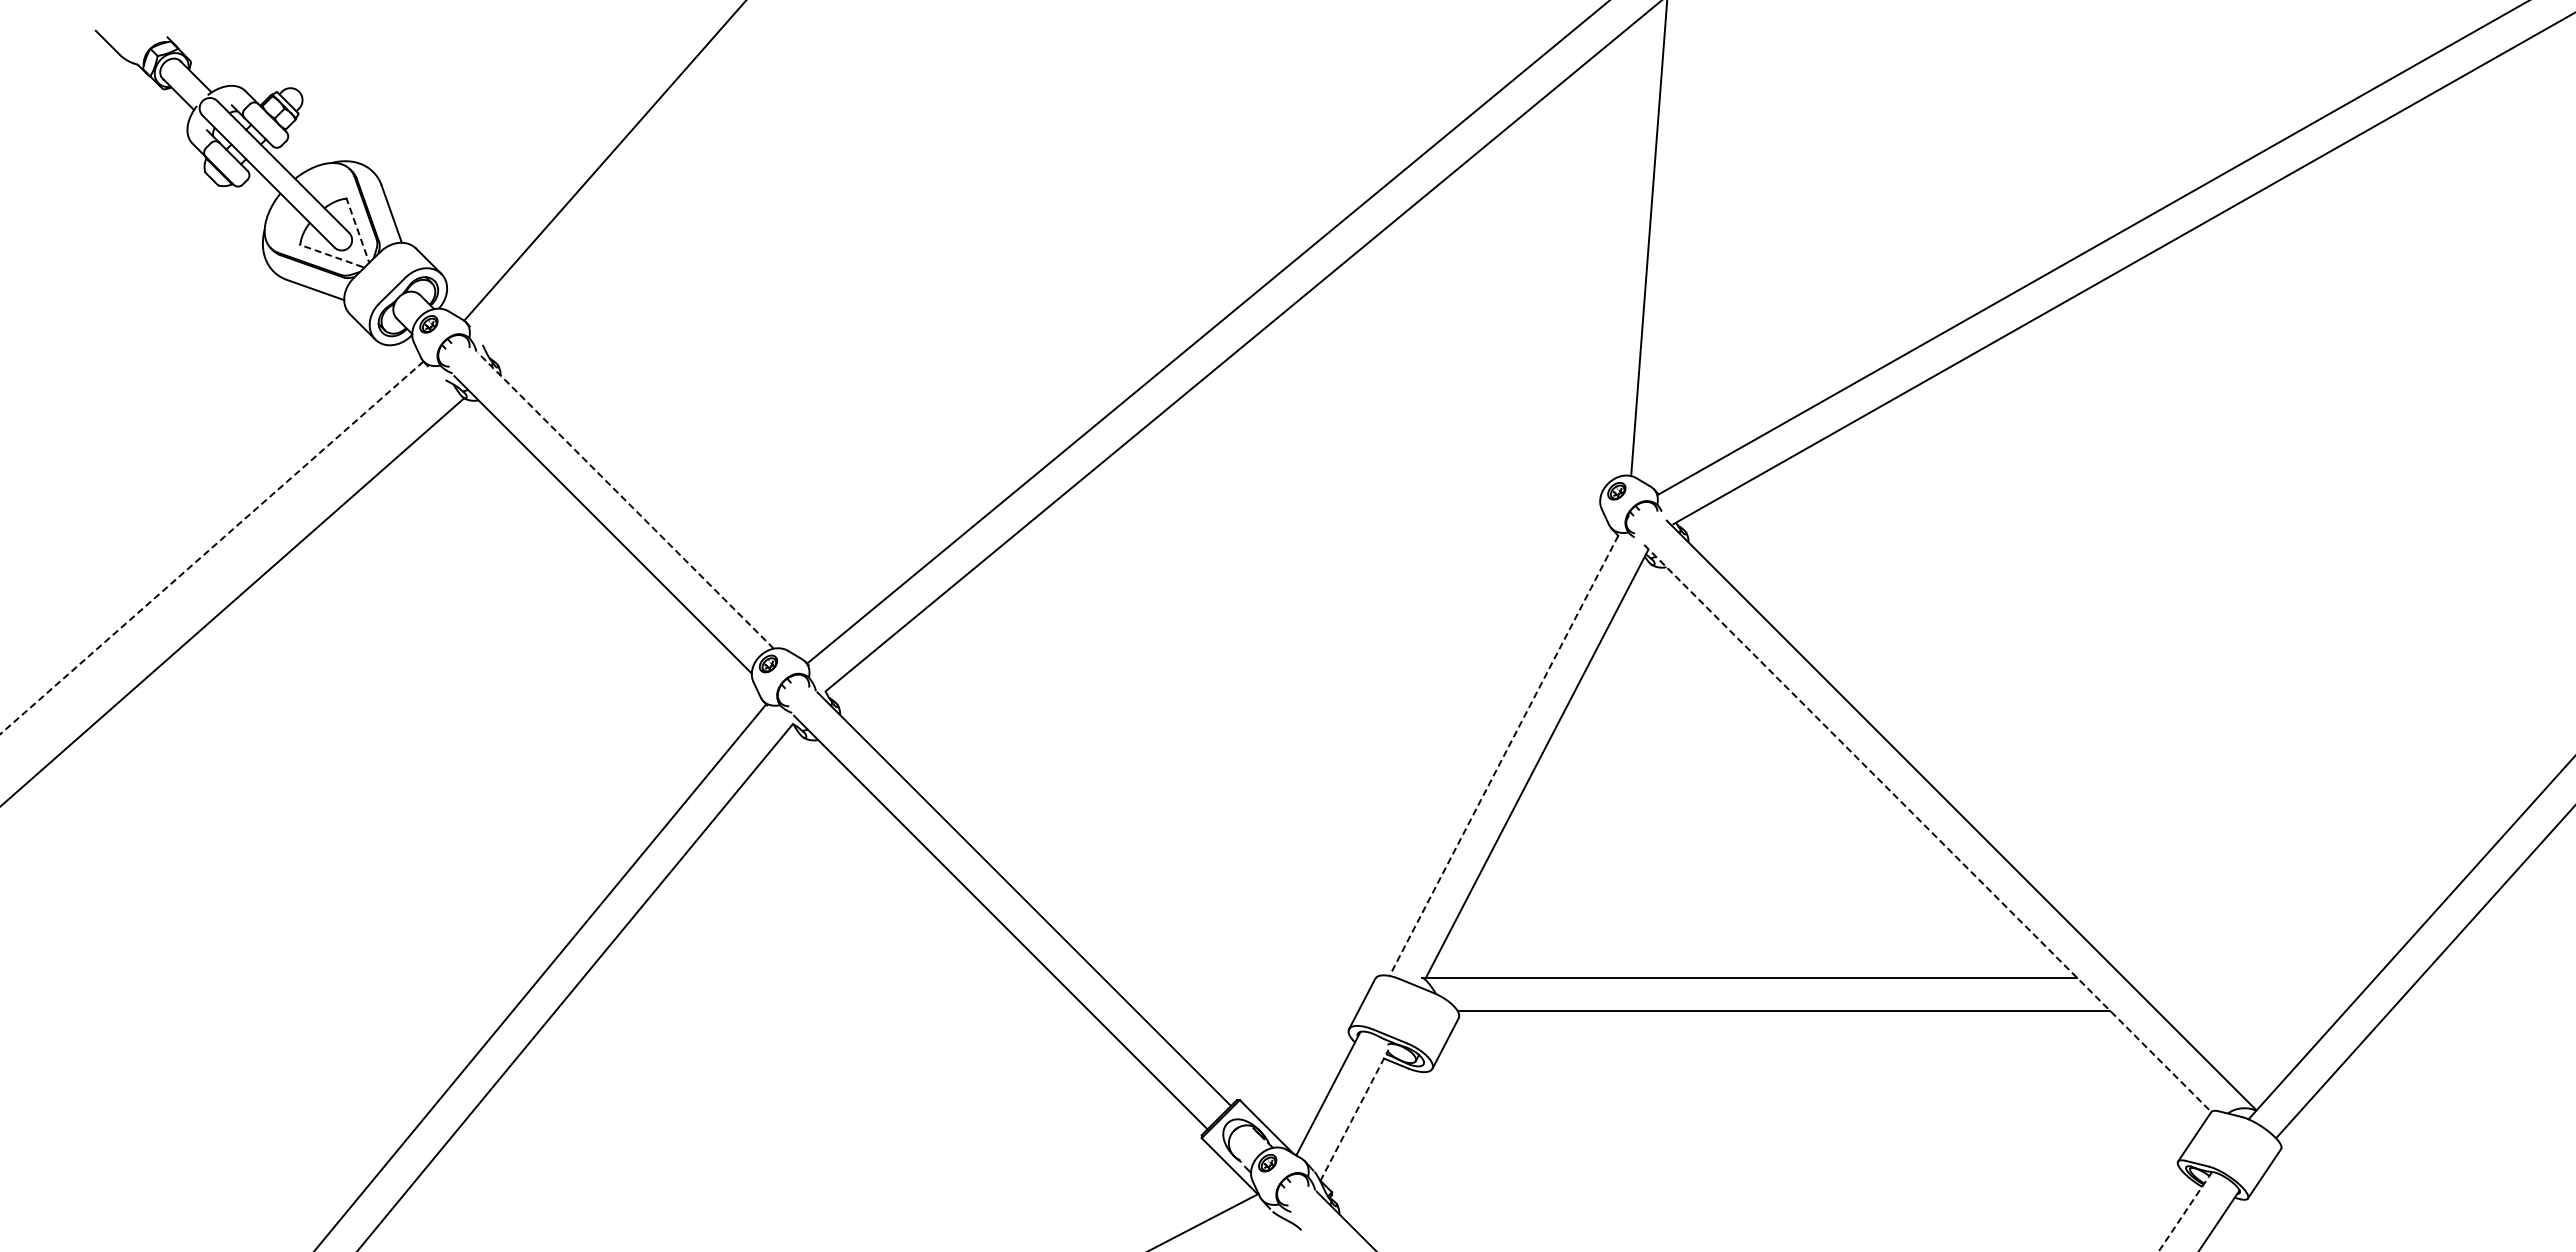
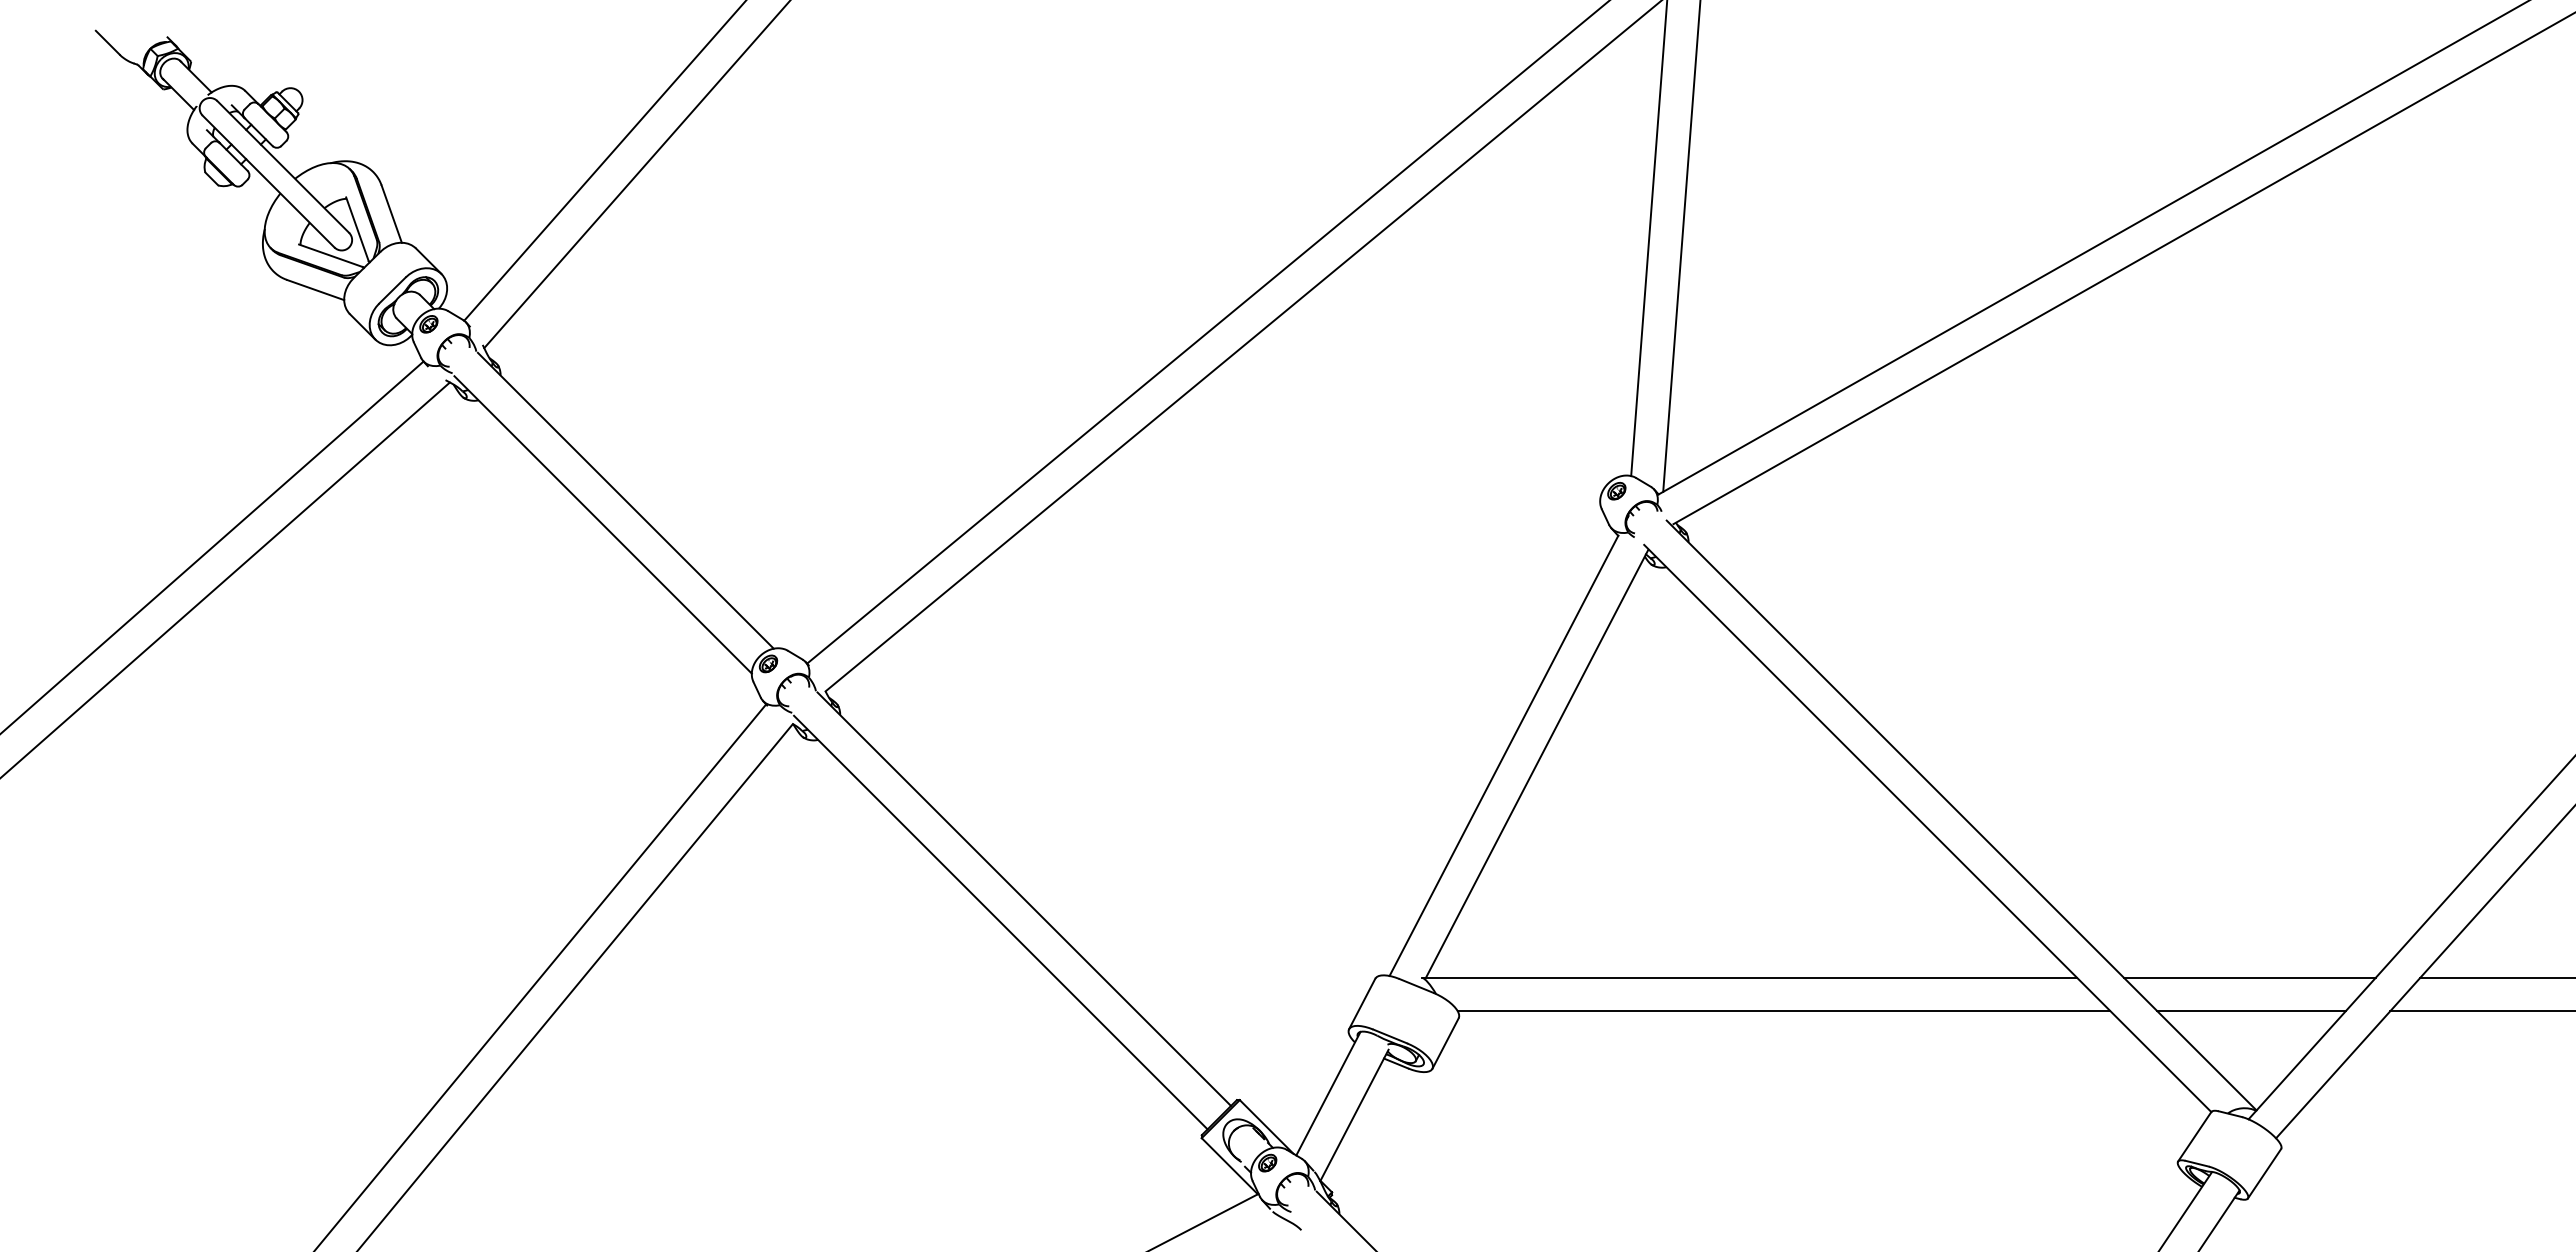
line at (636, 175): none -> present
line at (357, 229): dashed -> solid
line at (1681, 246): none -> present
line at (330, 255): dashed -> solid
line at (625, 500): dashed -> solid
line at (211, 547): dashed -> solid
line at (232, 601) position: (232, 601) -> (225, 579)
line at (1503, 756): dashed -> solid
line at (1928, 828): dashed -> solid
line at (2249, 977): none -> present
line at (2496, 977): none -> present
line at (2251, 1011): none -> present
line at (2481, 1011): none -> present
line at (1354, 1115): dashed -> solid
line at (2185, 1211): dashed -> solid
